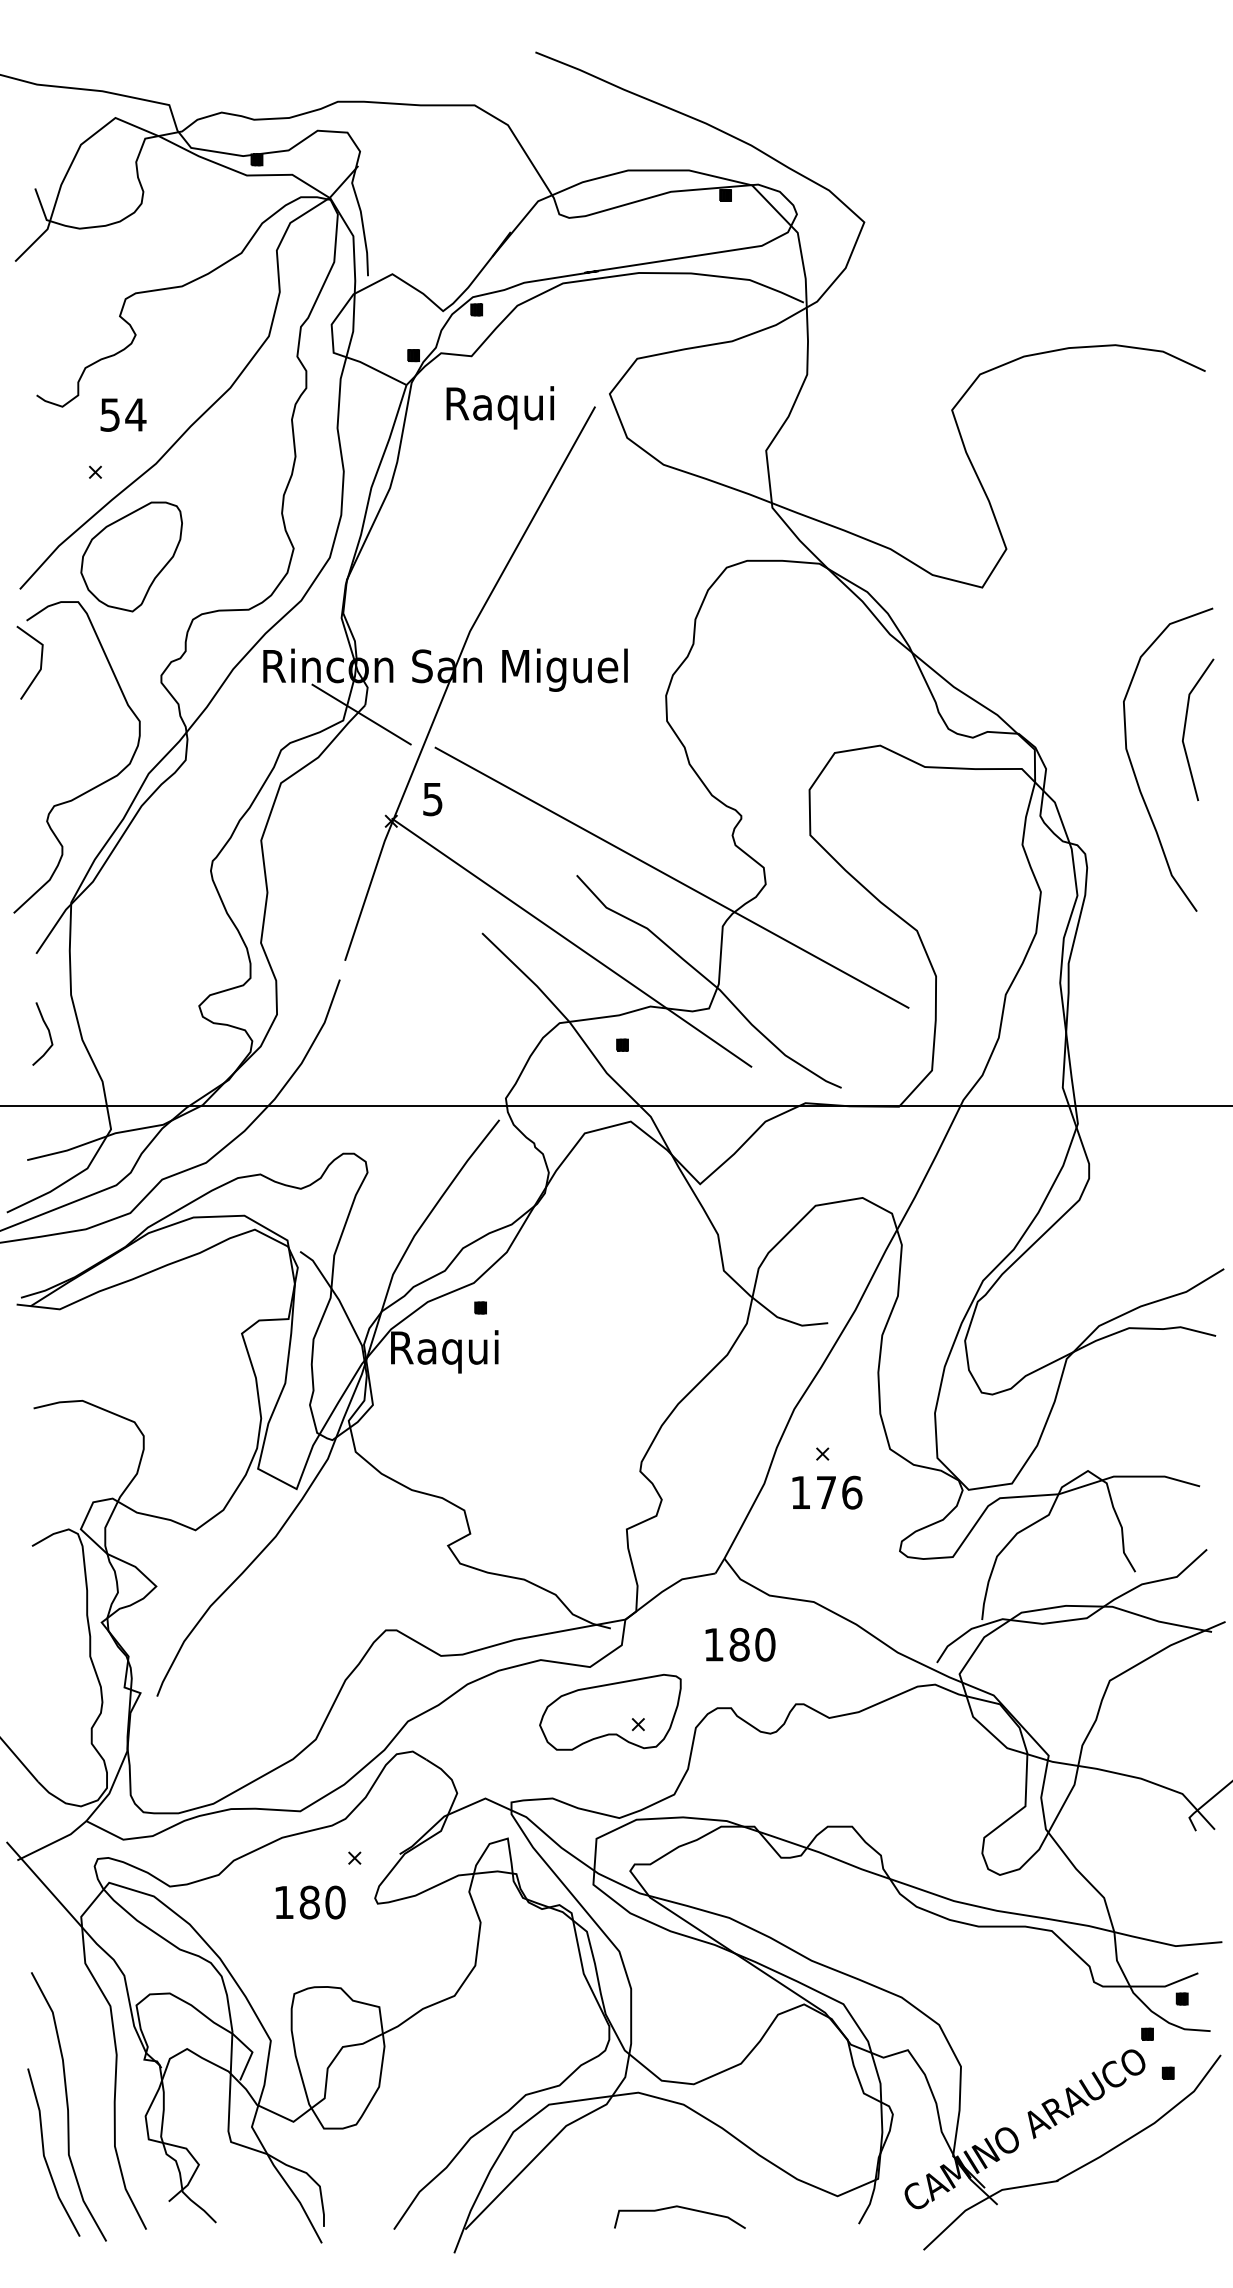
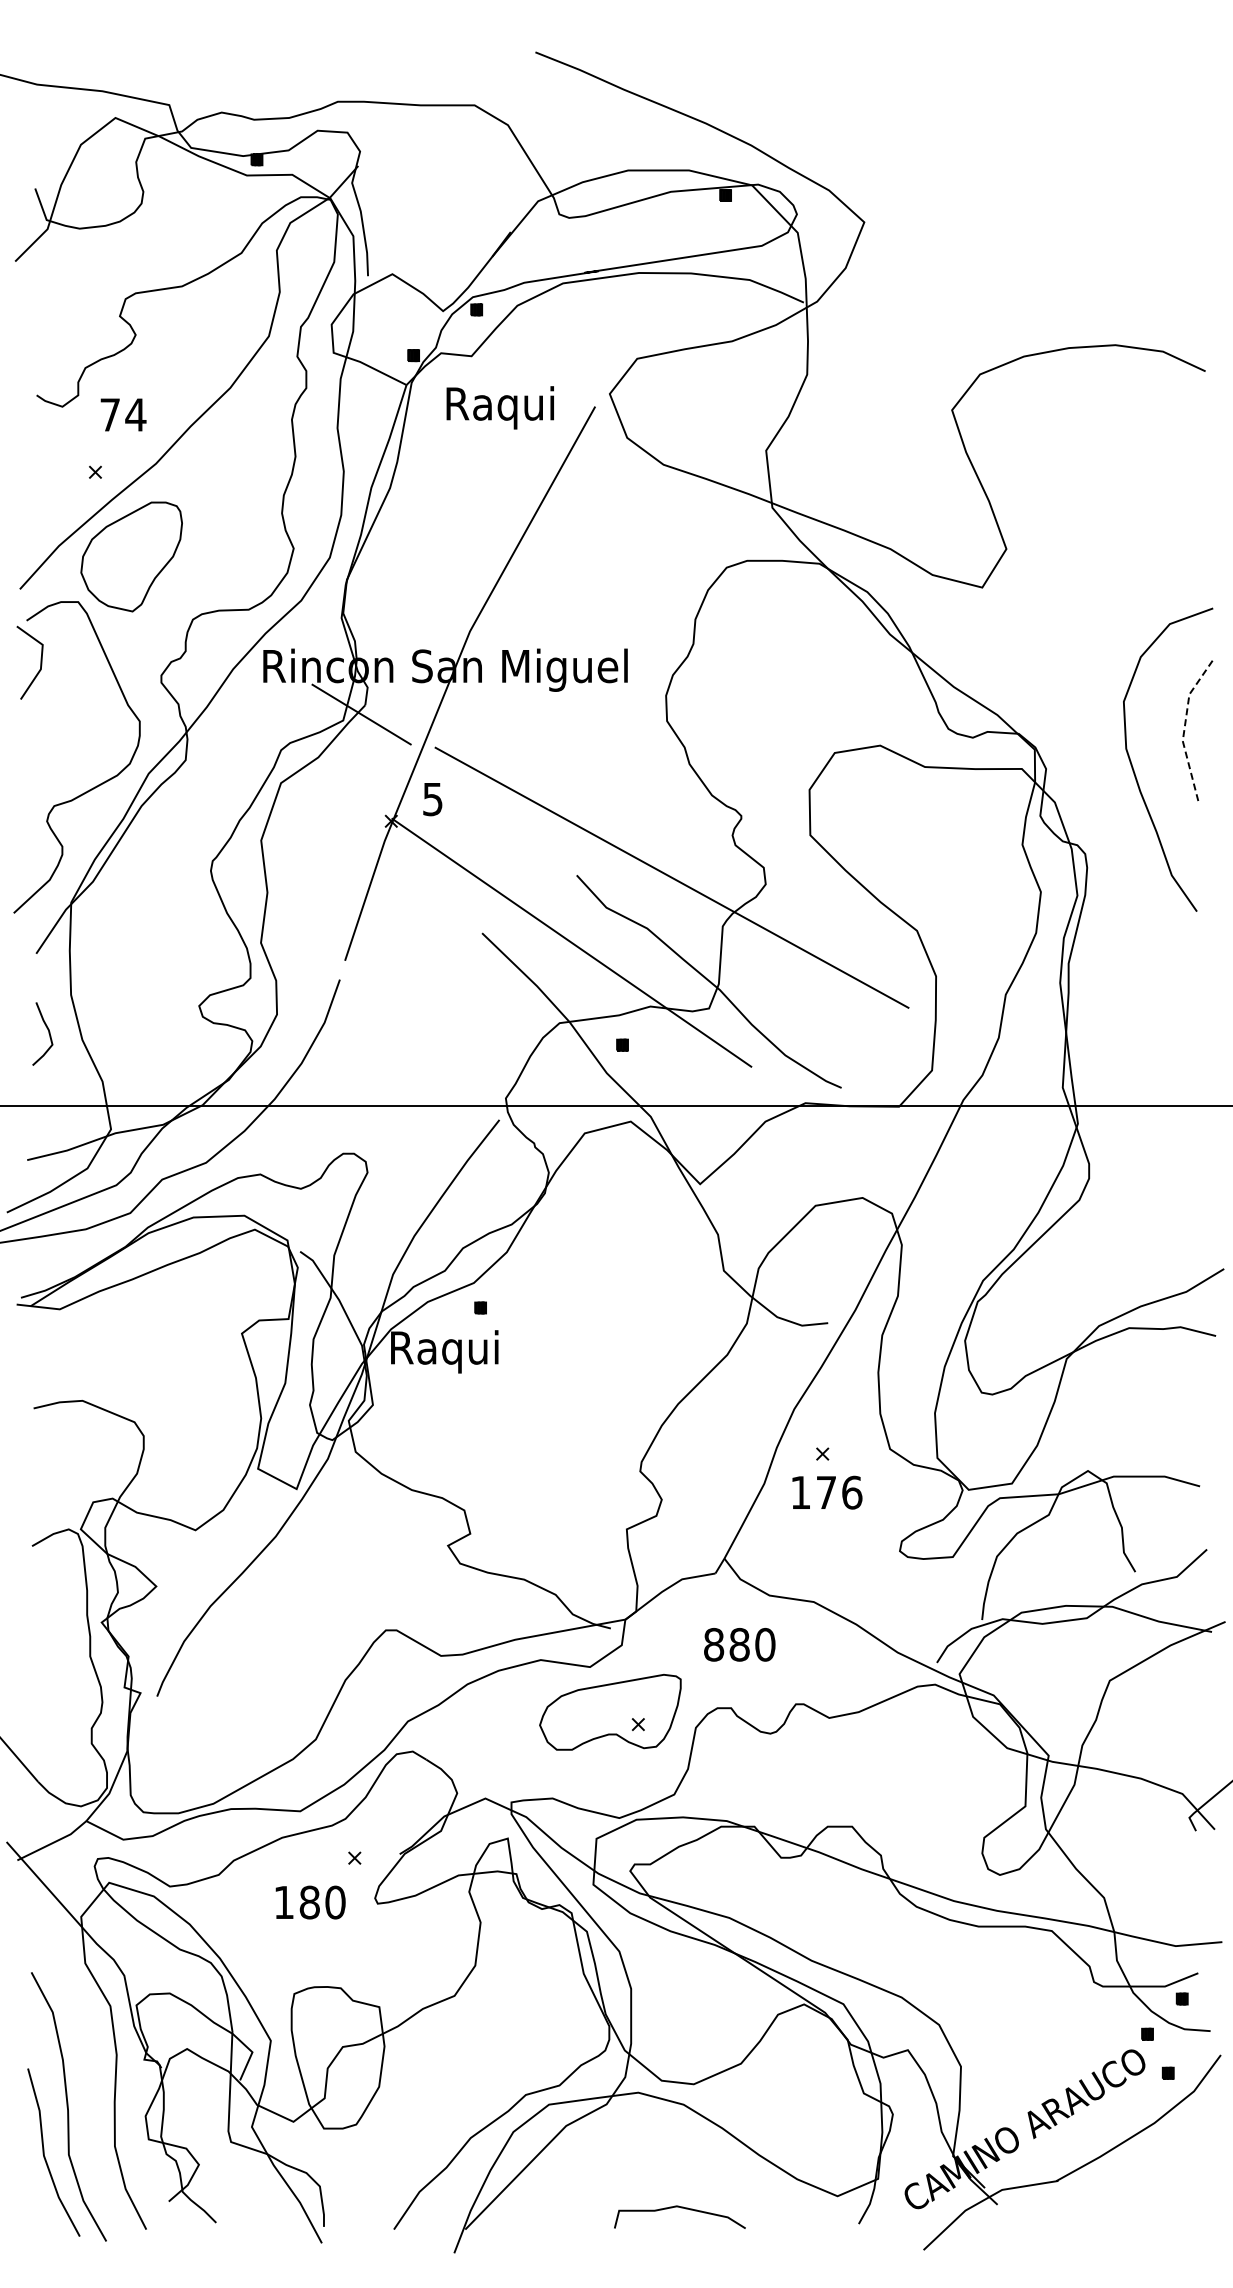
text at (109, 414): 54 -> 74
line at (1184, 726): solid -> dashed
text at (714, 1644): 180 -> 880
